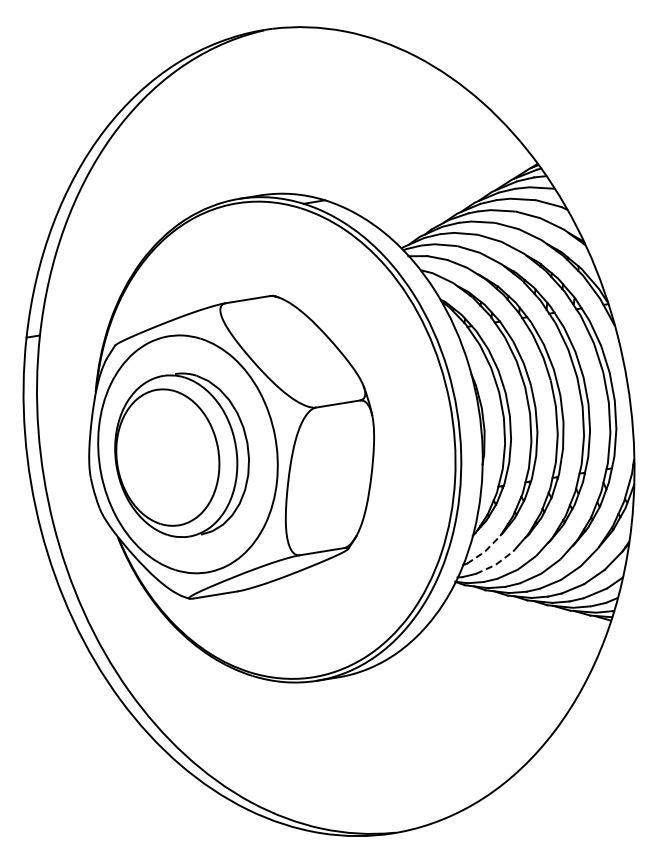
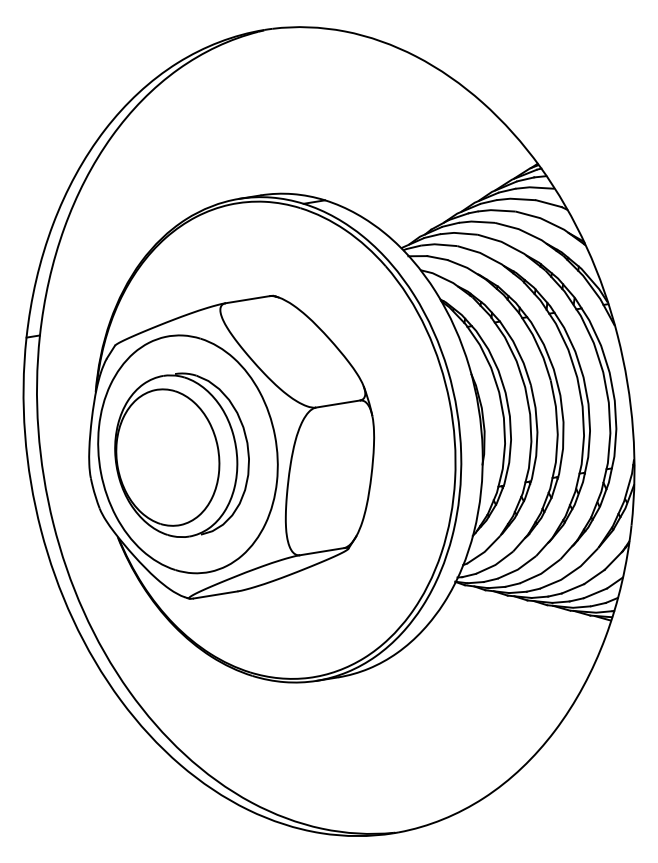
line at (484, 551): dashed -> solid
line at (495, 564): dashed -> solid
